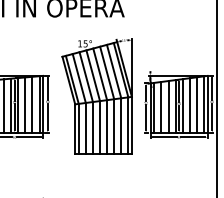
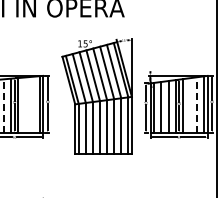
line at (25, 104): present -> none
line at (32, 104): present -> none
line at (196, 104): solid -> dashed
line at (4, 105): solid -> dashed
line at (189, 105): present -> none
